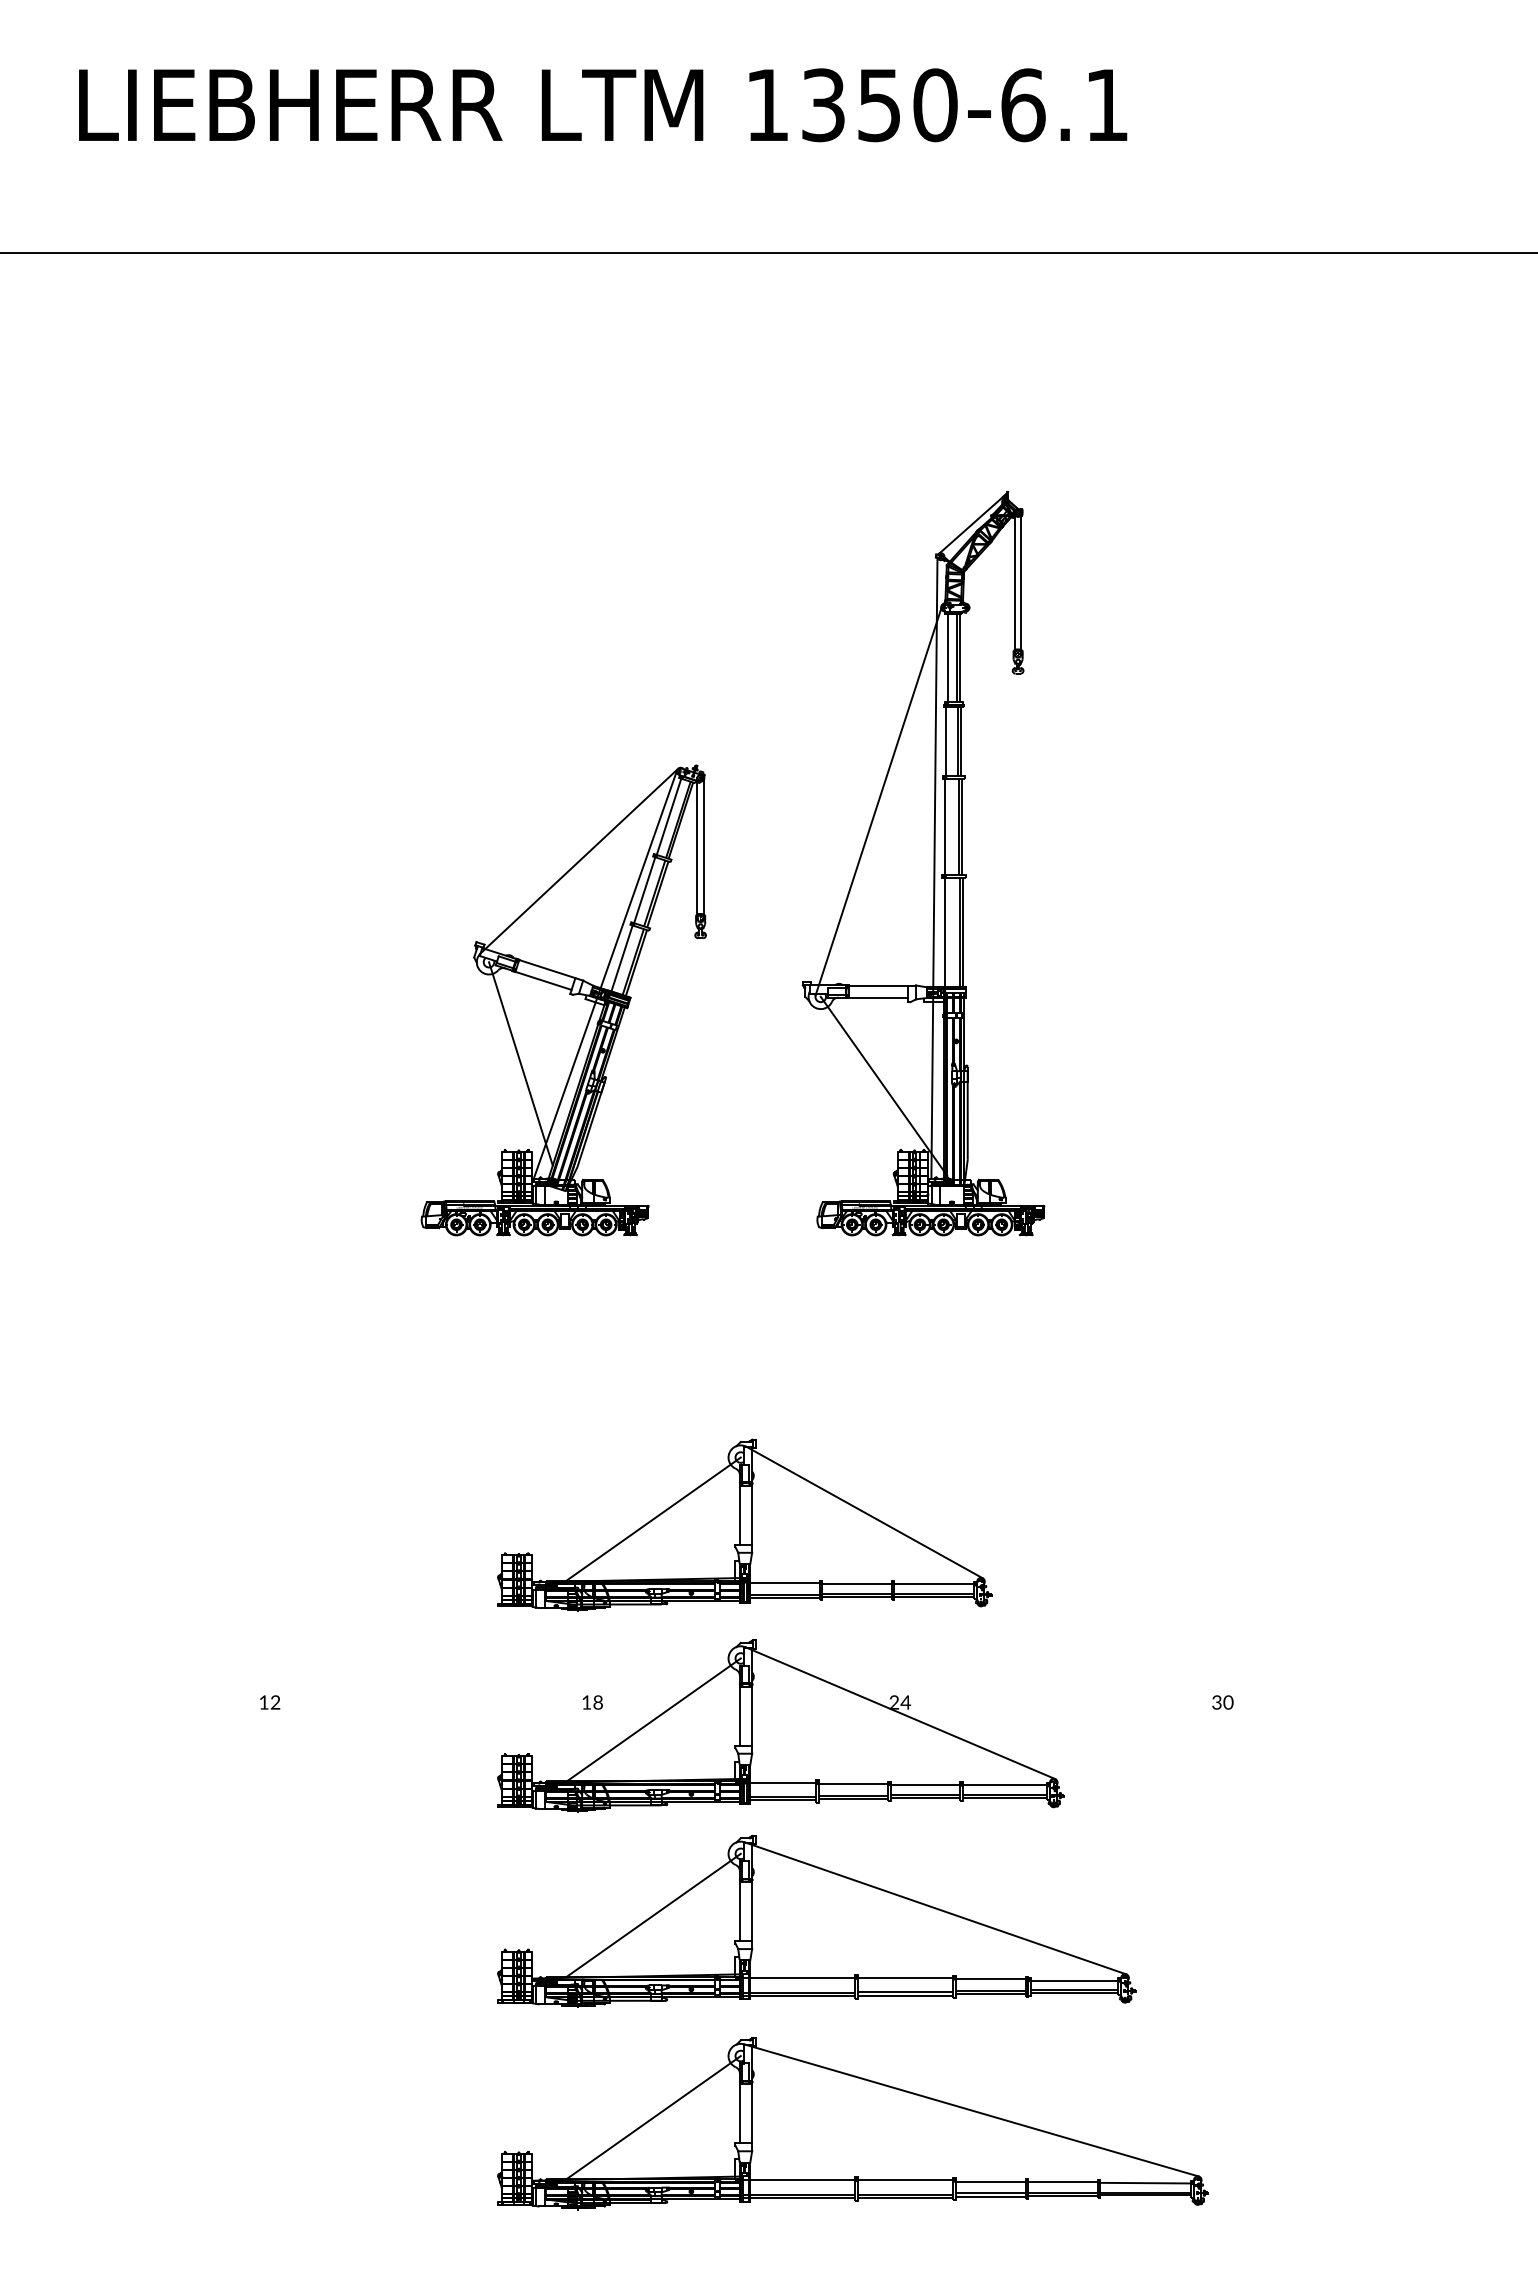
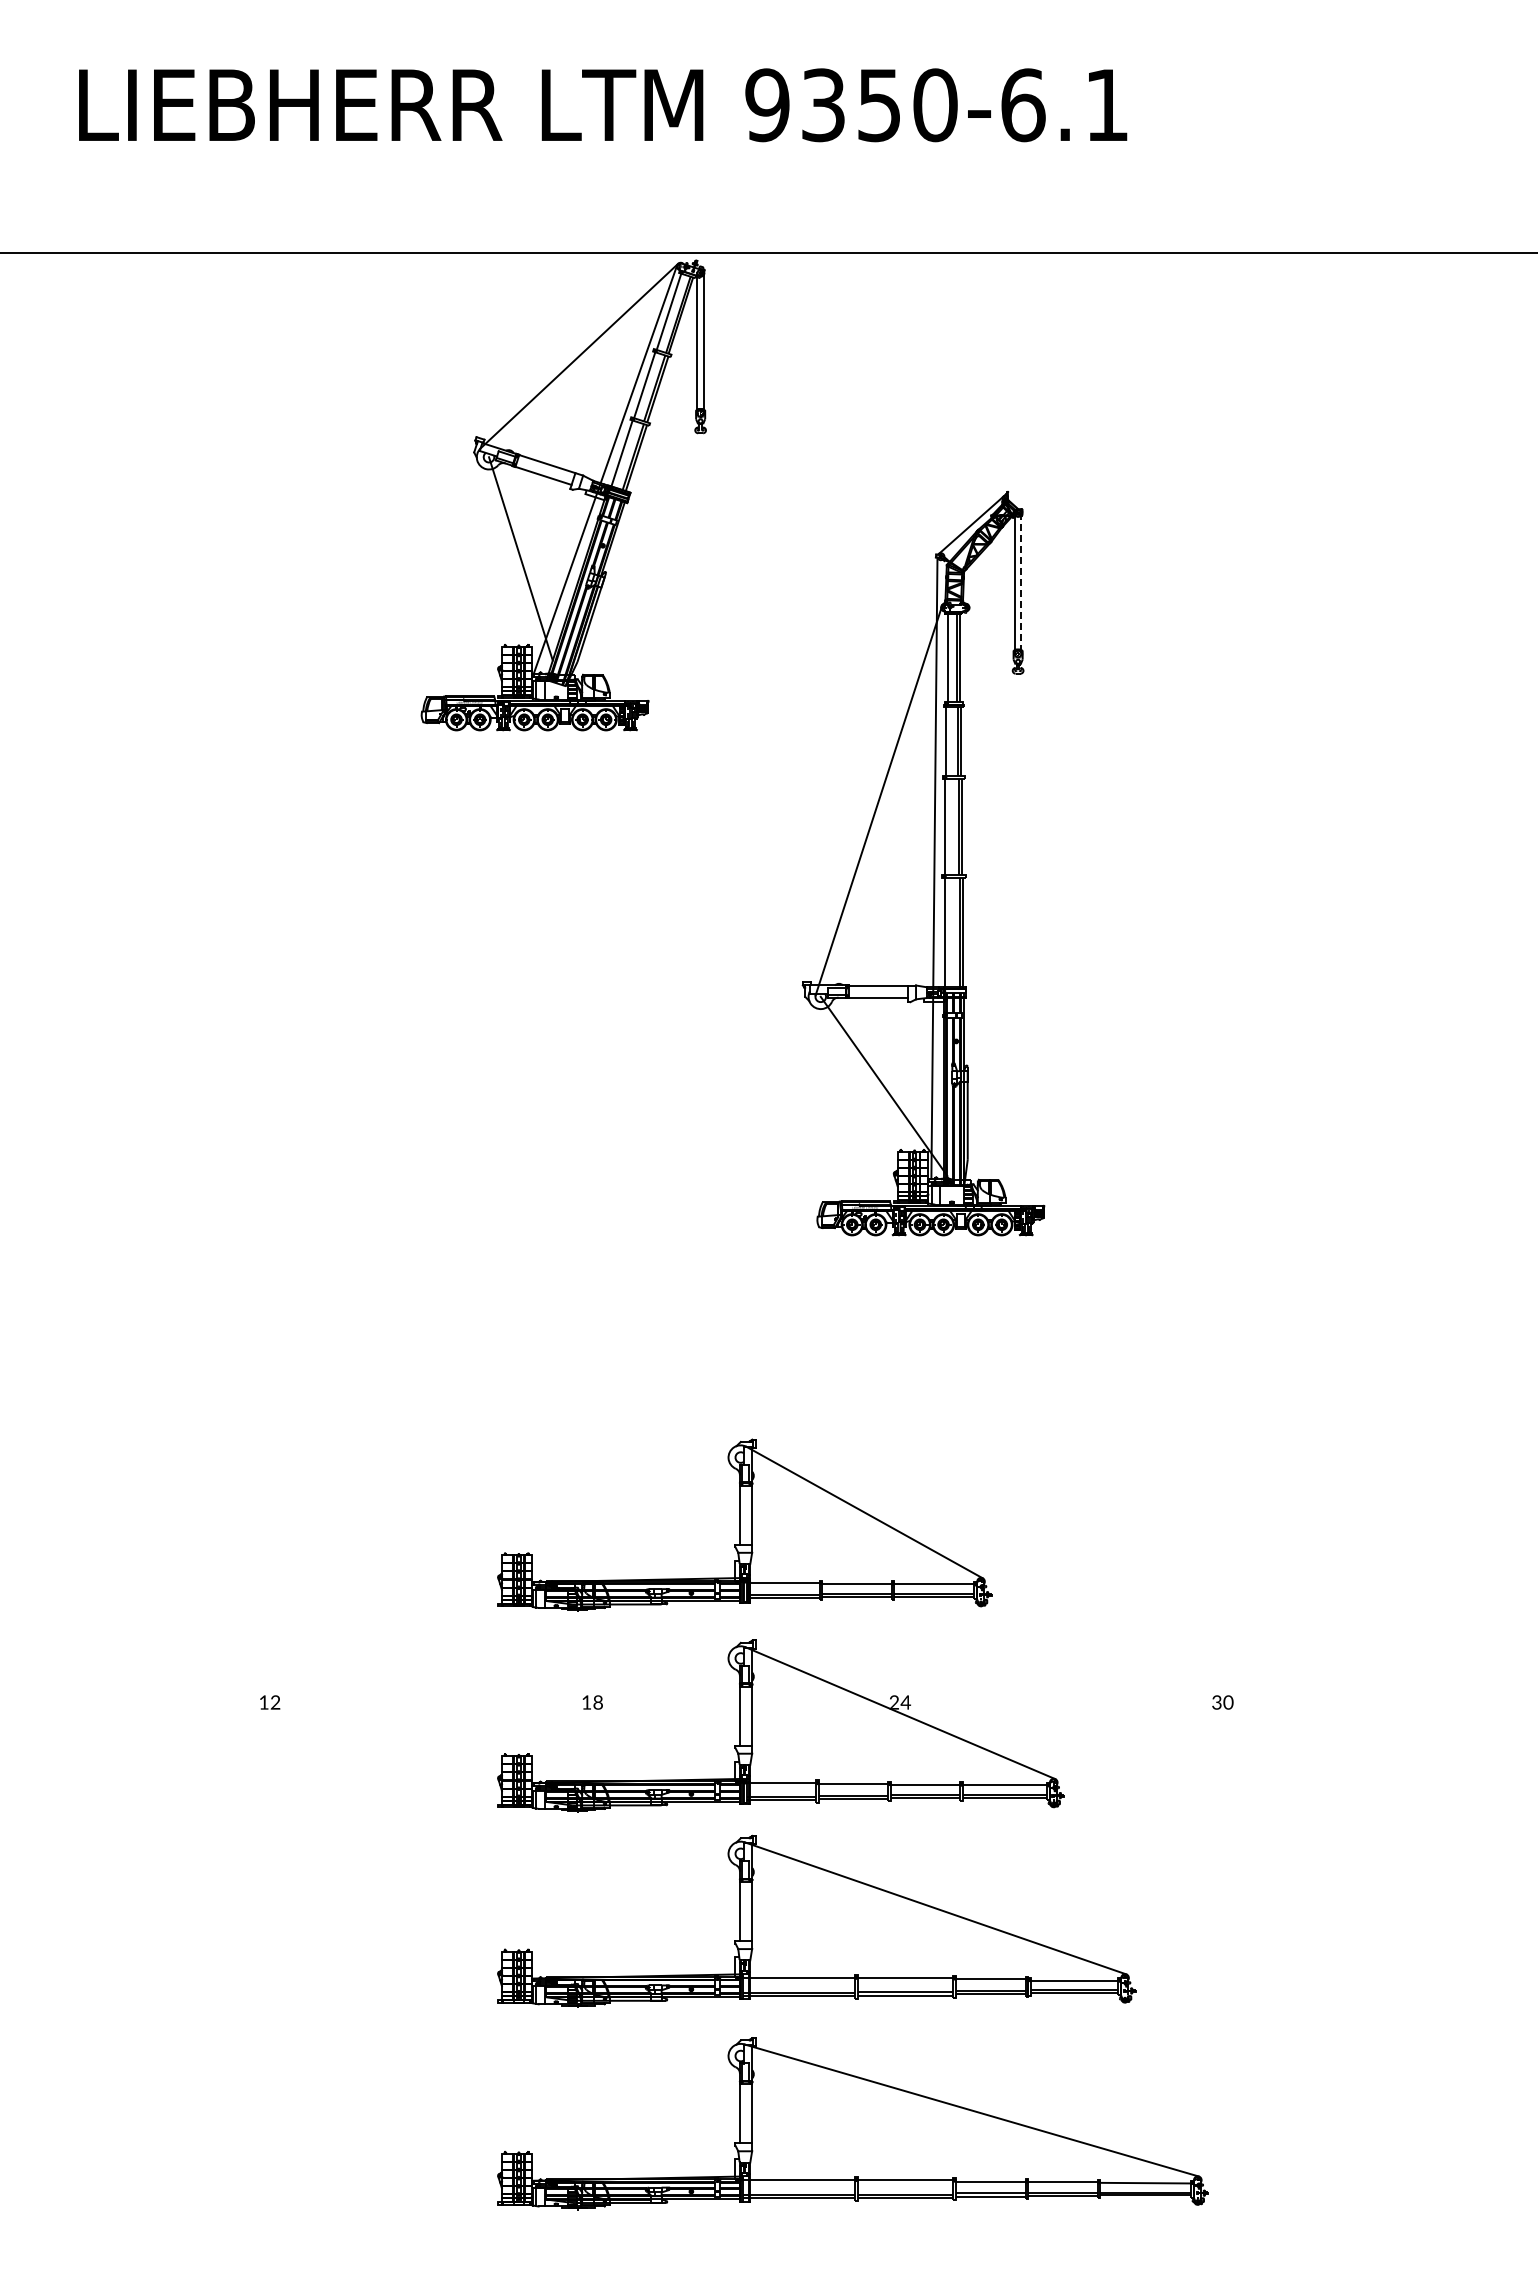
text at (767, 105): 1350-6.1 -> 9350-6.1
line at (1021, 584): solid -> dashed
part at (563, 1000) position: (563, 1000) -> (563, 495)
line at (653, 1518): present -> none
line at (653, 1719): present -> none
line at (653, 1914): present -> none
line at (653, 2117): present -> none
